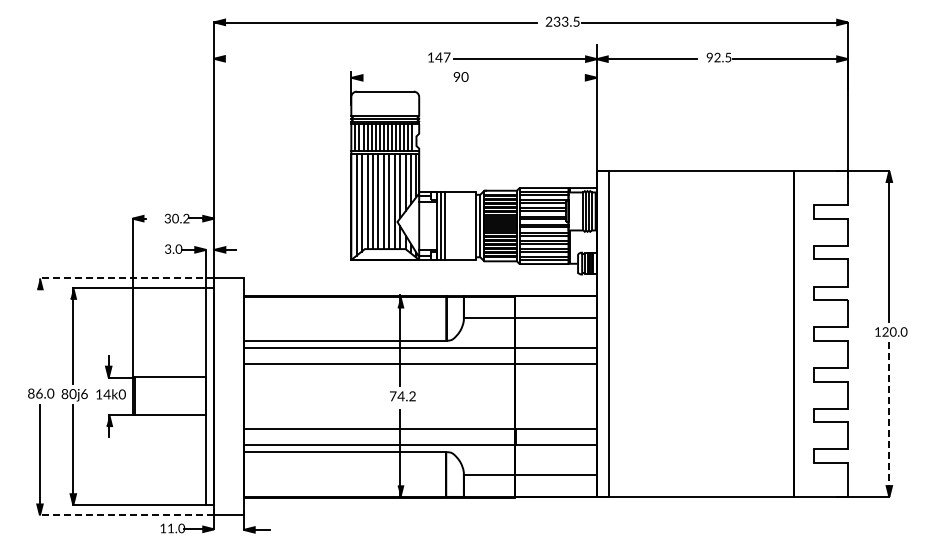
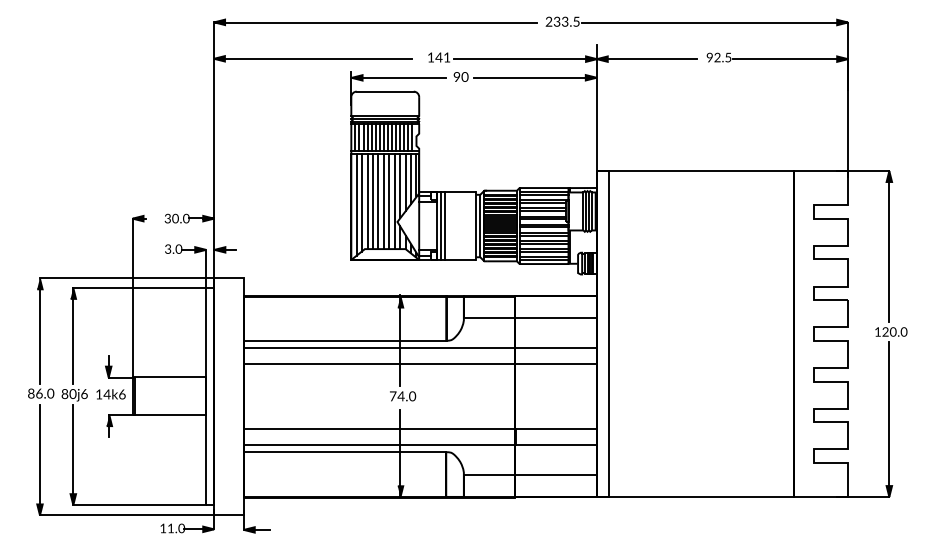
text at (447, 57): 147 -> 141
line at (318, 58): none -> present
line at (399, 77): none -> present
line at (534, 77): none -> present
text at (186, 218): 30.2 -> 30.0
line at (126, 278): dashed -> solid
line at (39, 334): none -> present
text at (121, 393): 14k0 -> 14k6
text at (412, 397): 74.2 -> 74.0
line at (889, 419): dashed -> solid
line at (126, 515): dashed -> solid
